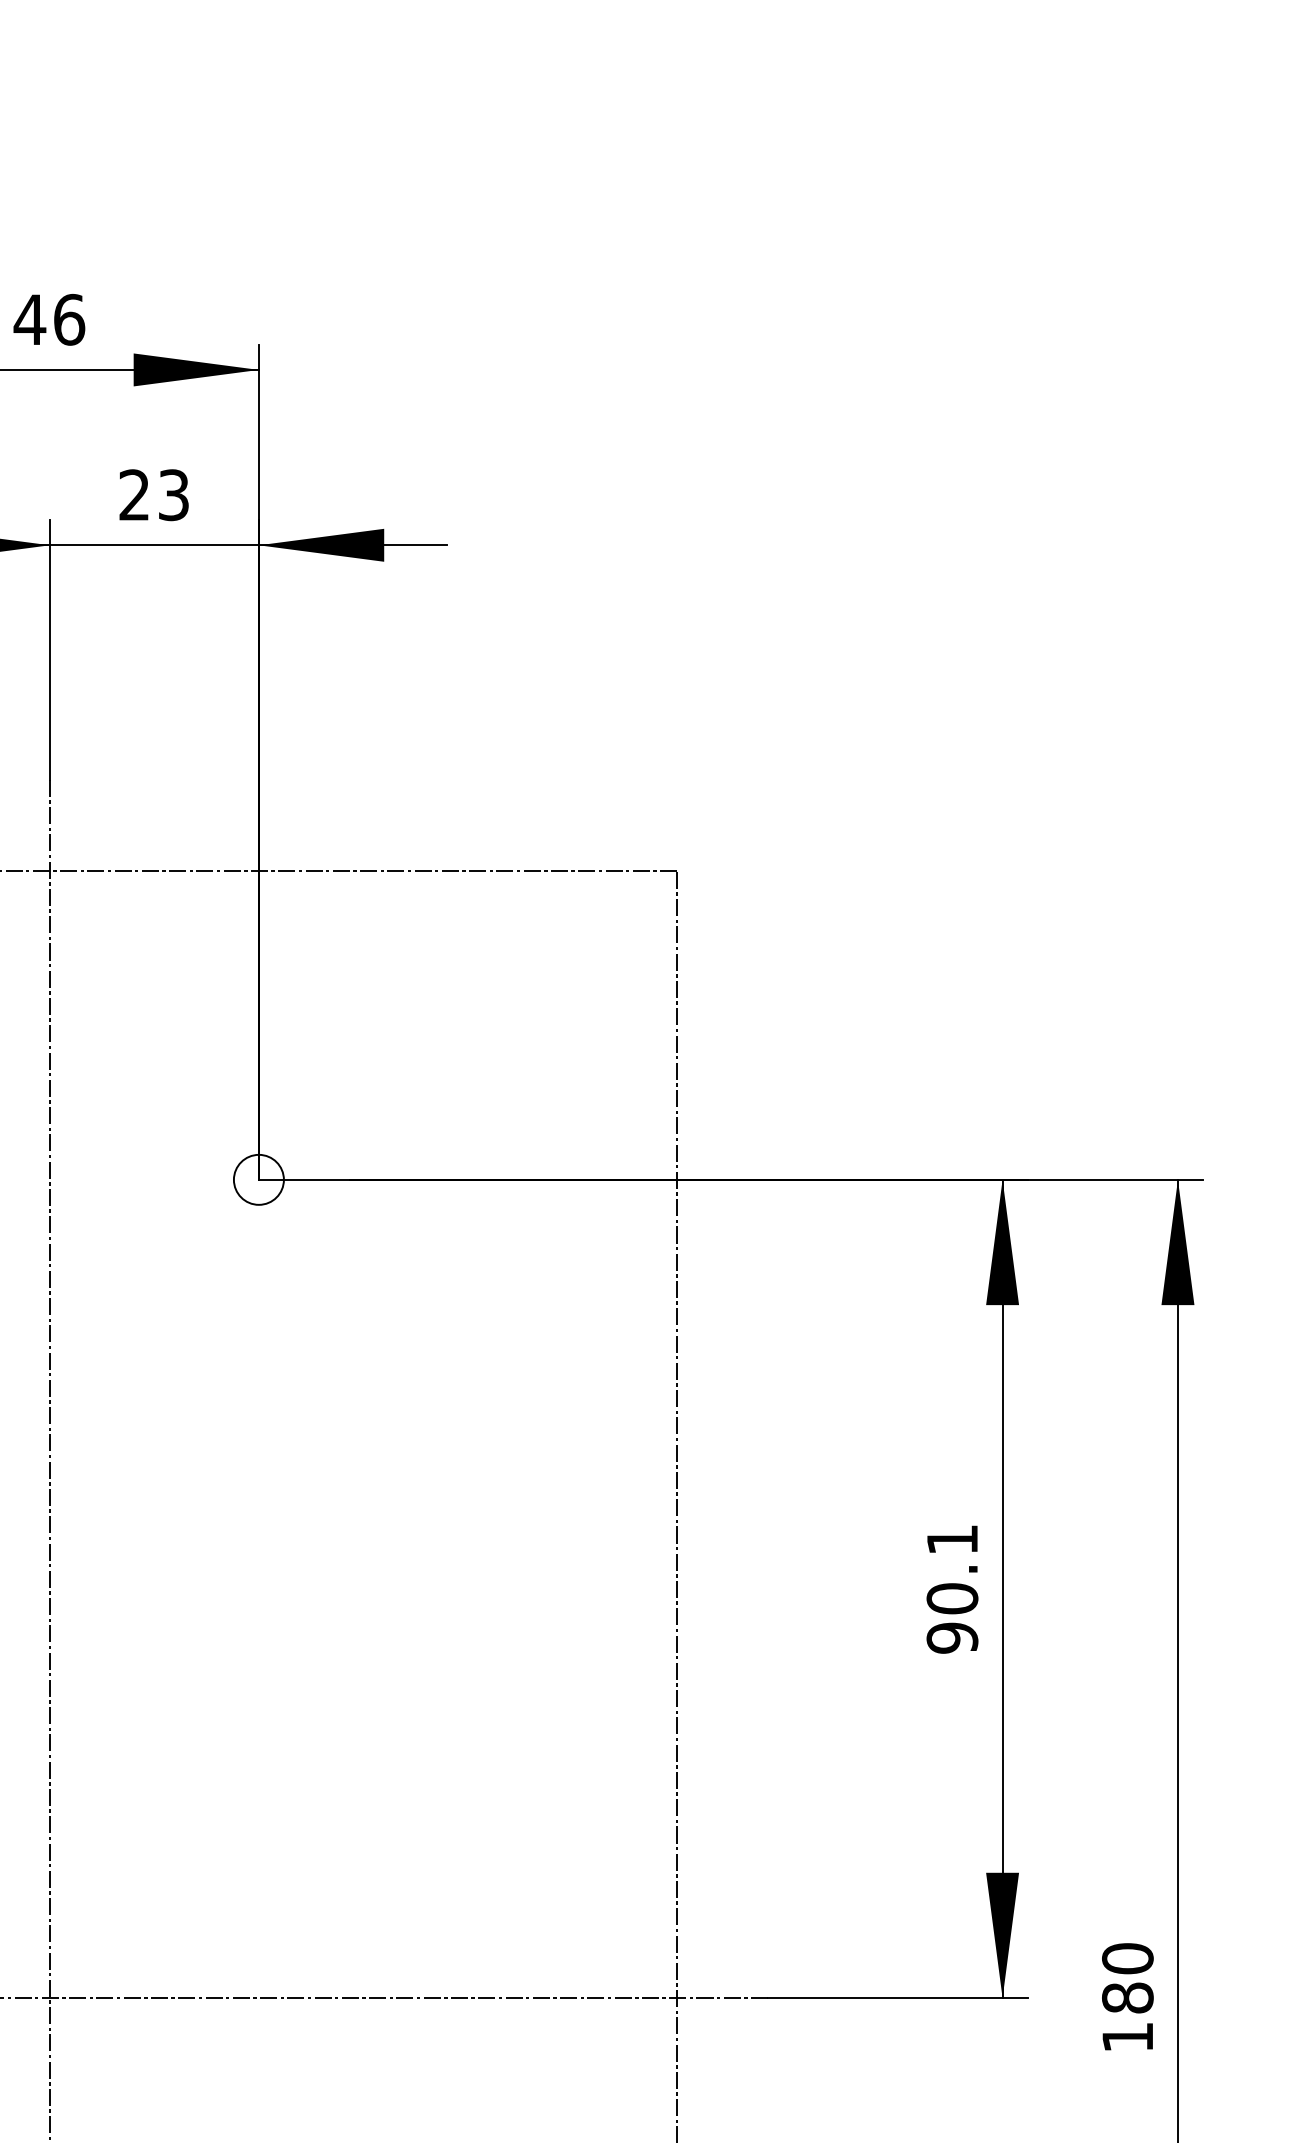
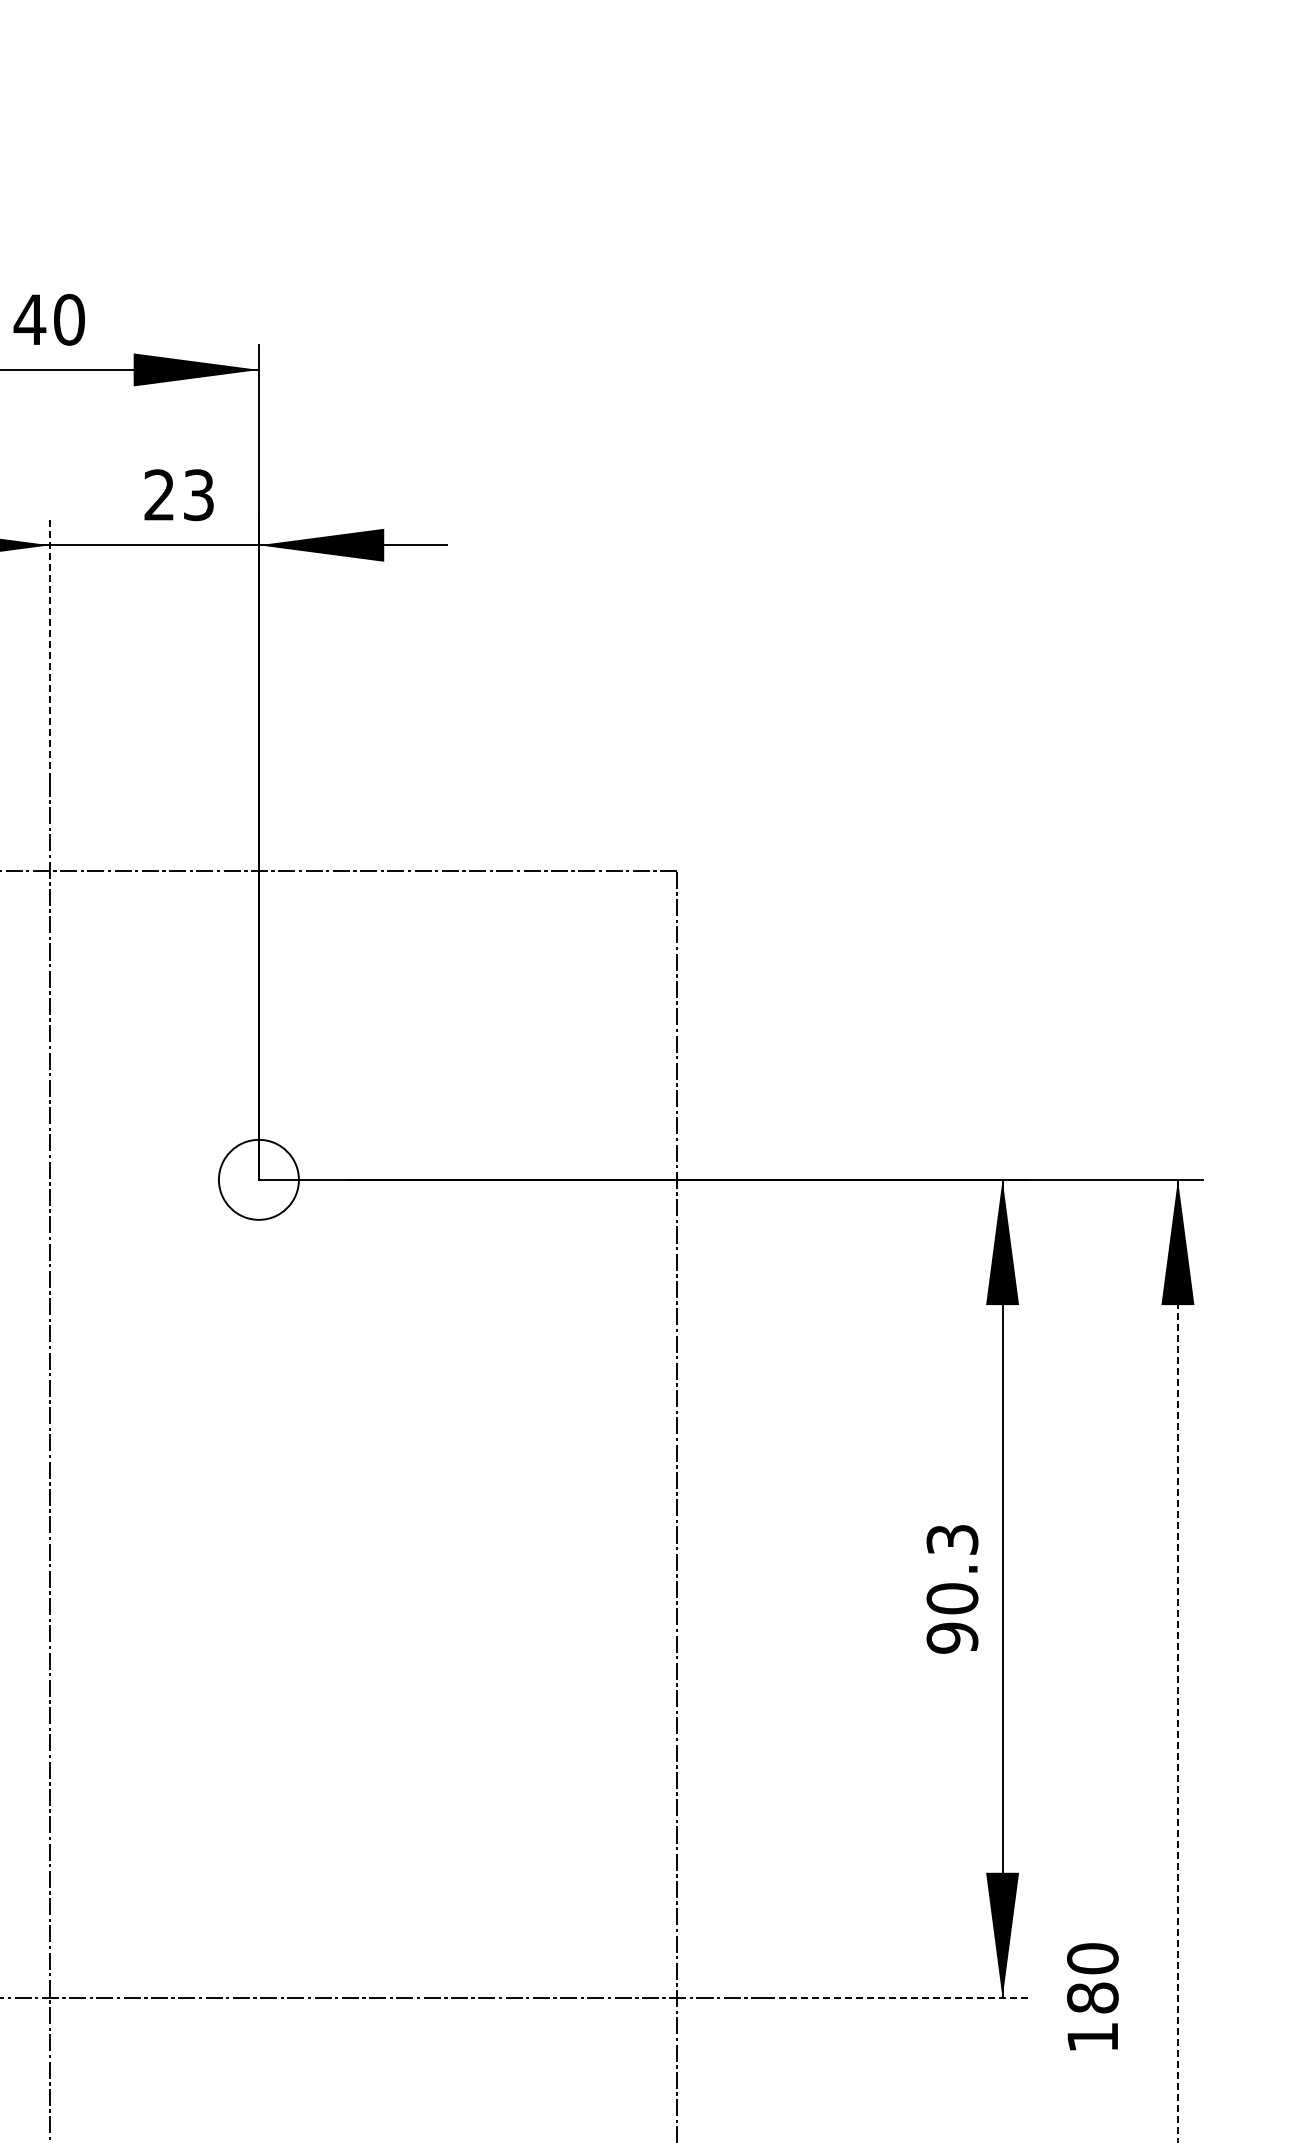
text at (69, 319): 46 -> 40
text at (153, 495) position: (153, 495) -> (178, 495)
line at (49, 650): solid -> dashed
circle at (258, 1179) diameter: 50 px -> 80 px
text at (952, 1539): 90.1 -> 90.3
line at (1177, 1660): solid -> dashed
text at (1127, 1996) position: (1127, 1996) -> (1092, 1996)
line at (897, 1998): solid -> dashed
